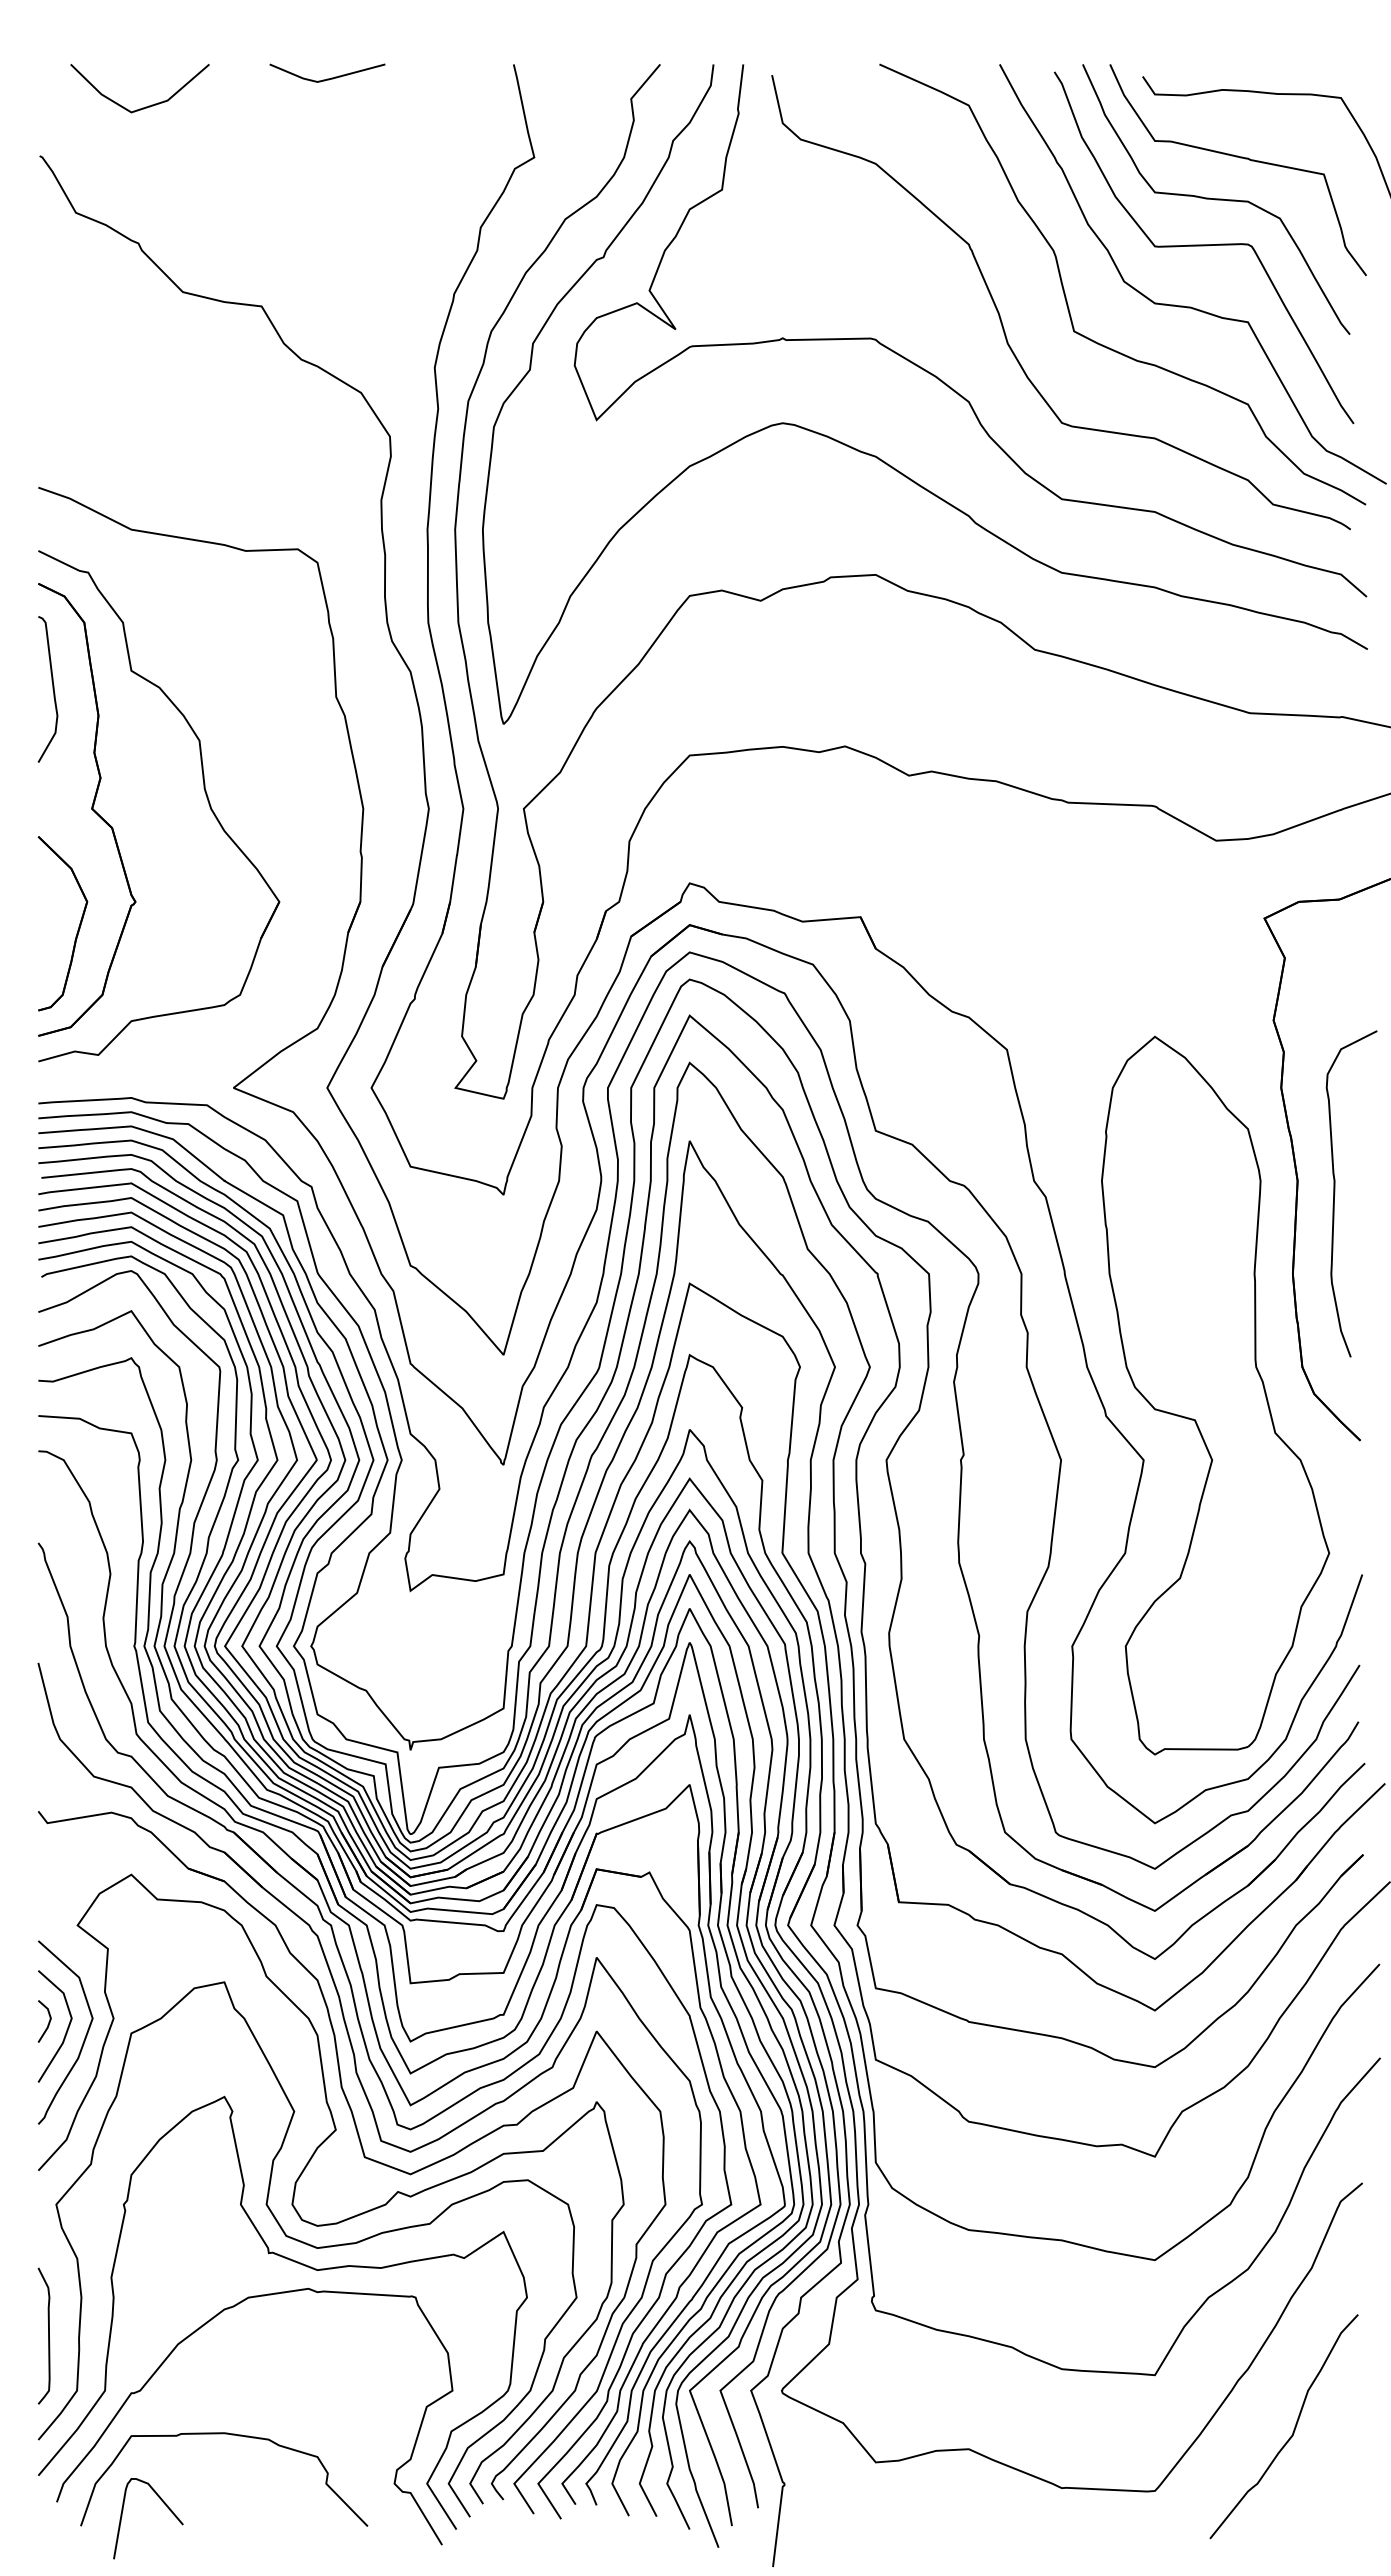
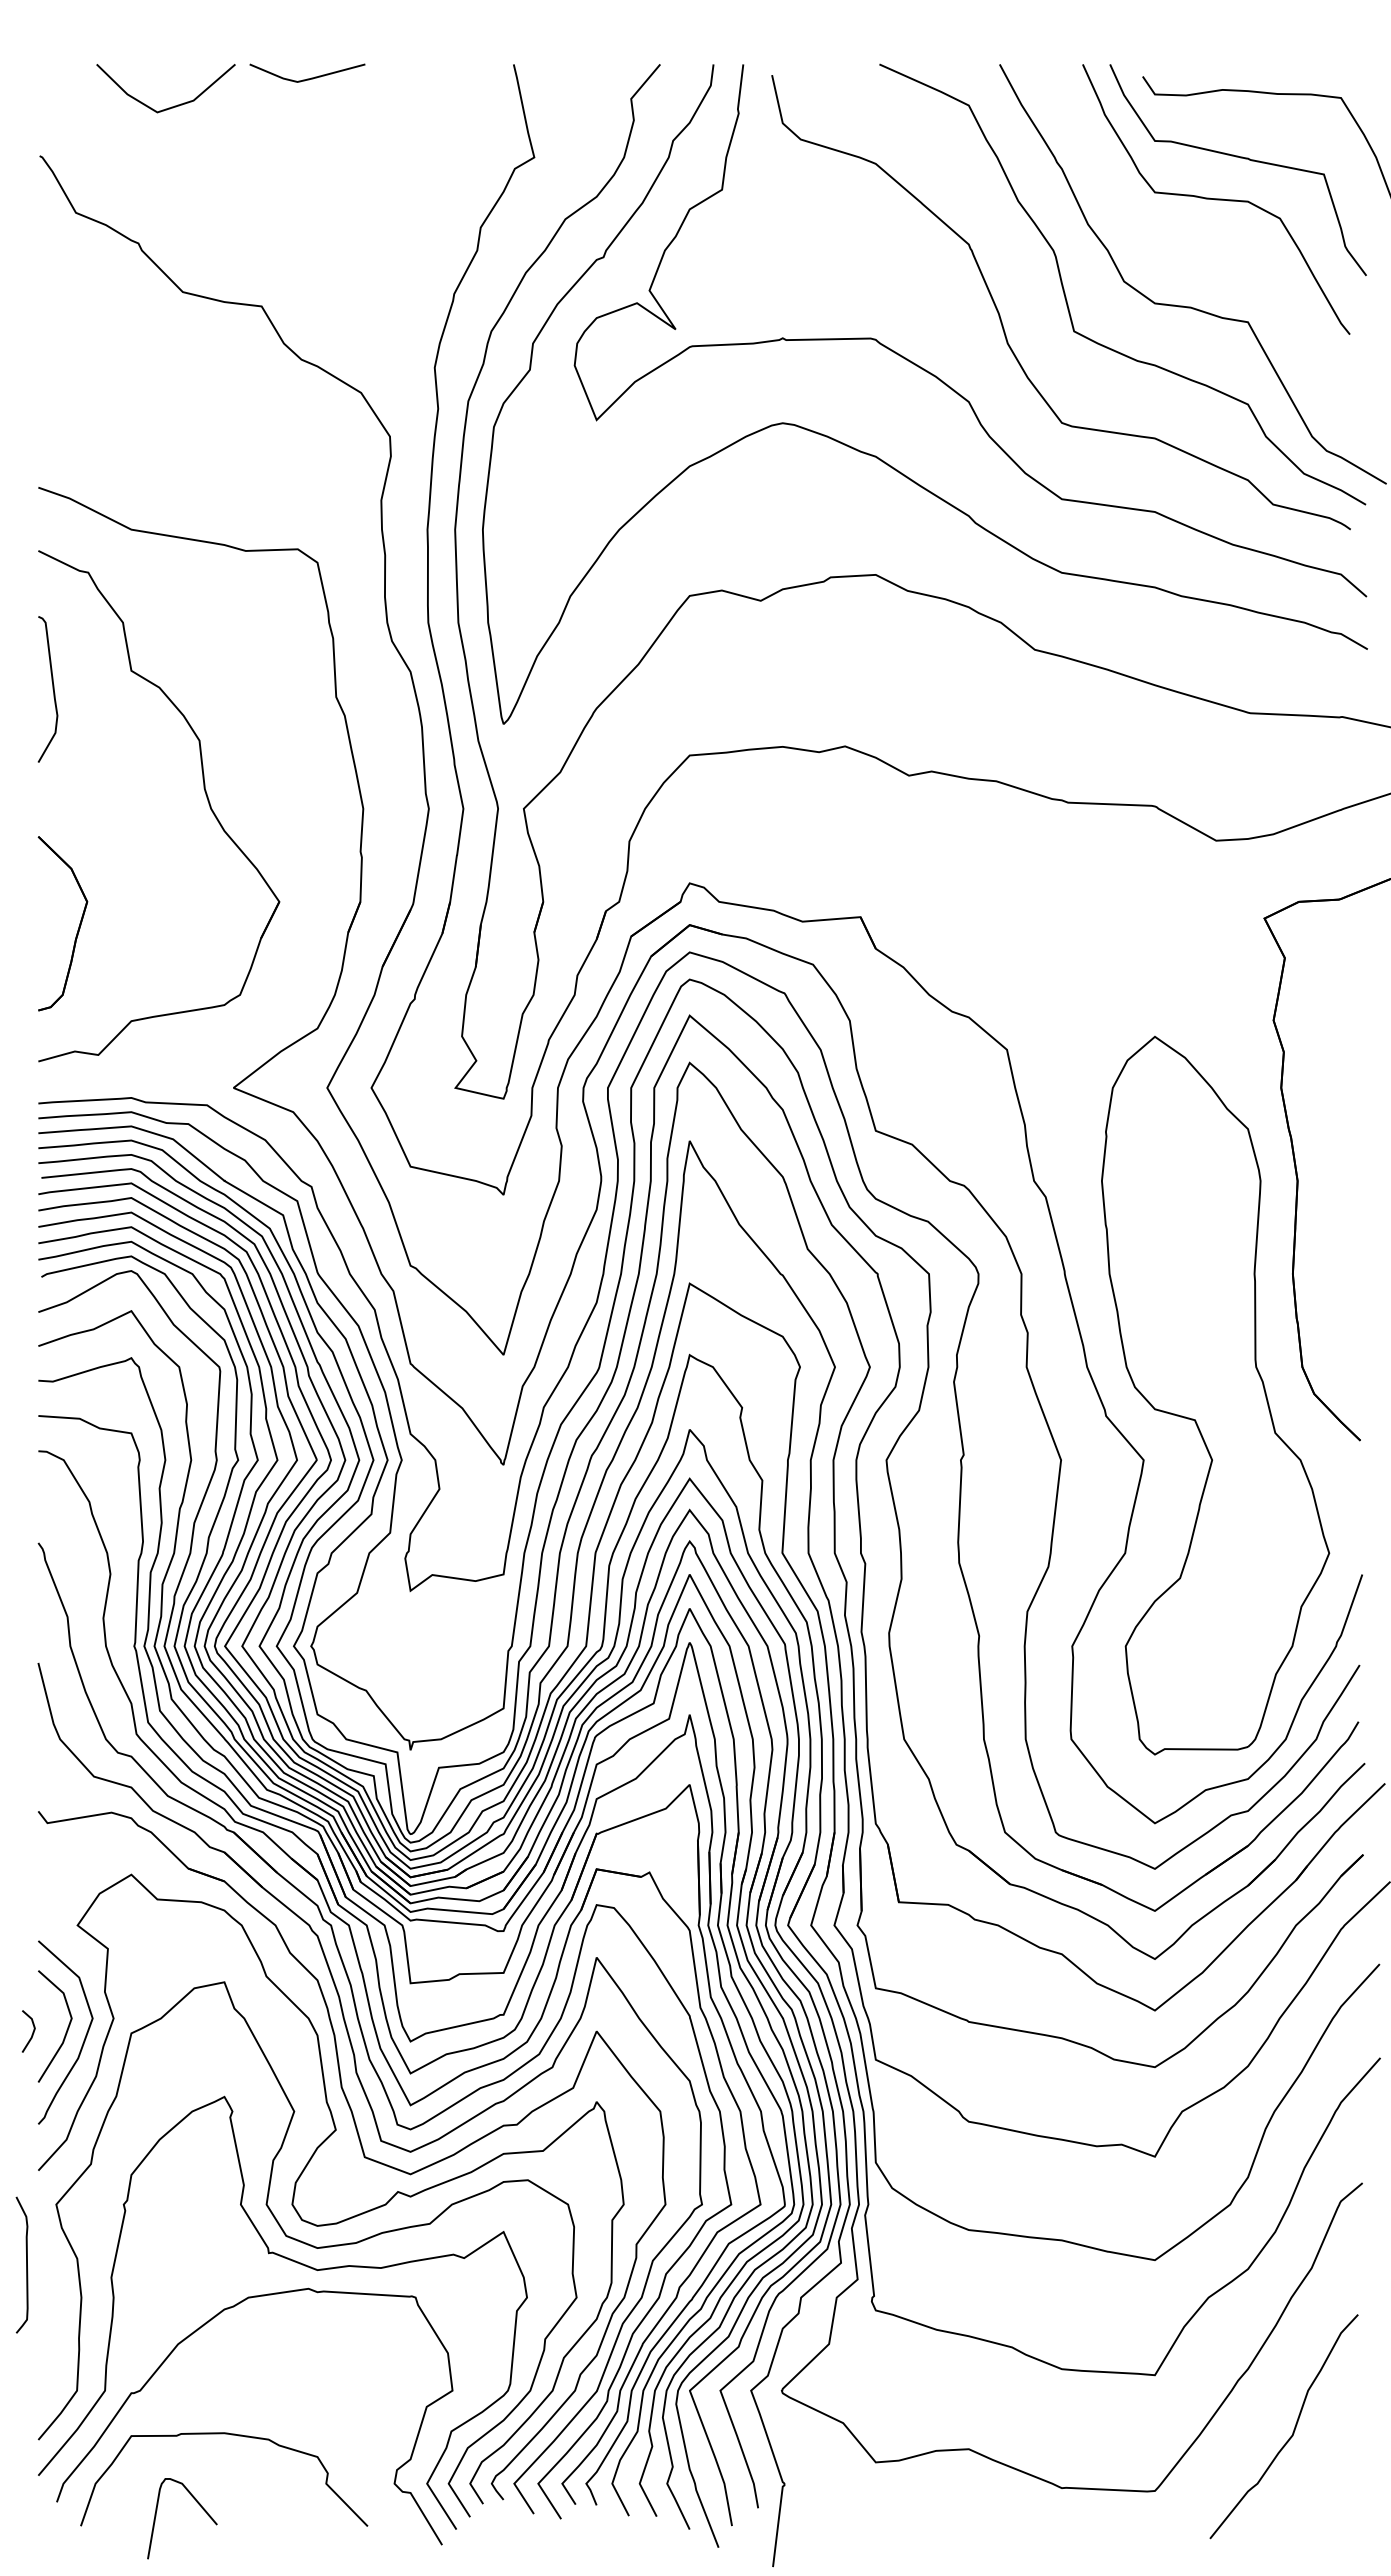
line at (327, 78) position: (327, 78) -> (307, 78)
line at (145, 106) position: (145, 106) -> (171, 106)
curve at (1204, 246): present -> none
part at (87, 809): present -> none
curve at (1335, 1193): present -> none
line at (48, 2021) position: (48, 2021) -> (32, 2031)
curve at (48, 2335) position: (48, 2335) -> (26, 2264)
curve at (163, 2503) position: (163, 2503) -> (197, 2503)
